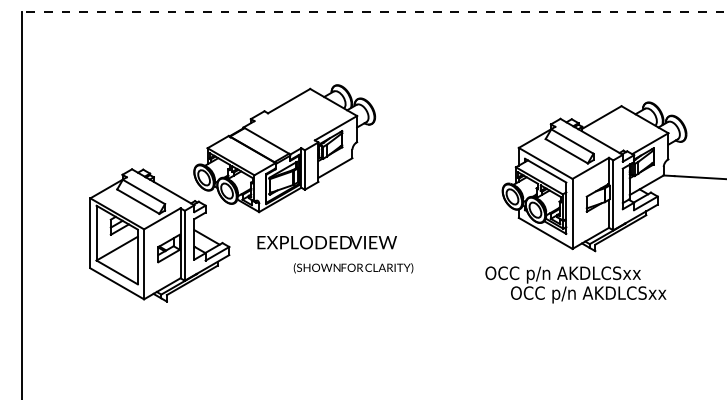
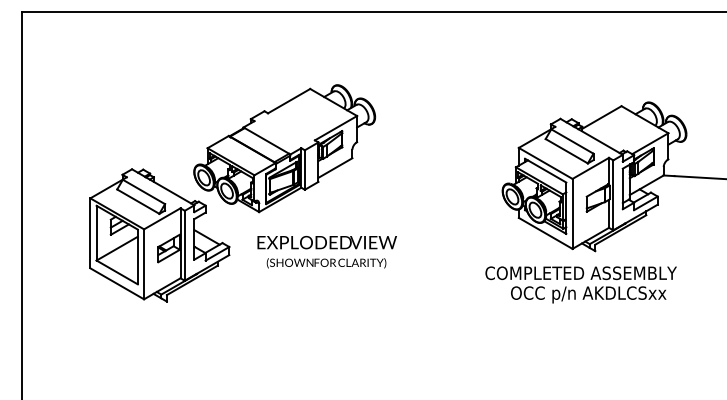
line at (373, 12): dashed -> solid
text at (353, 268) position: (353, 268) -> (326, 263)
text at (584, 274): OCC p/n AKDLCSxx -> COMPLETED ASSEMBLY
